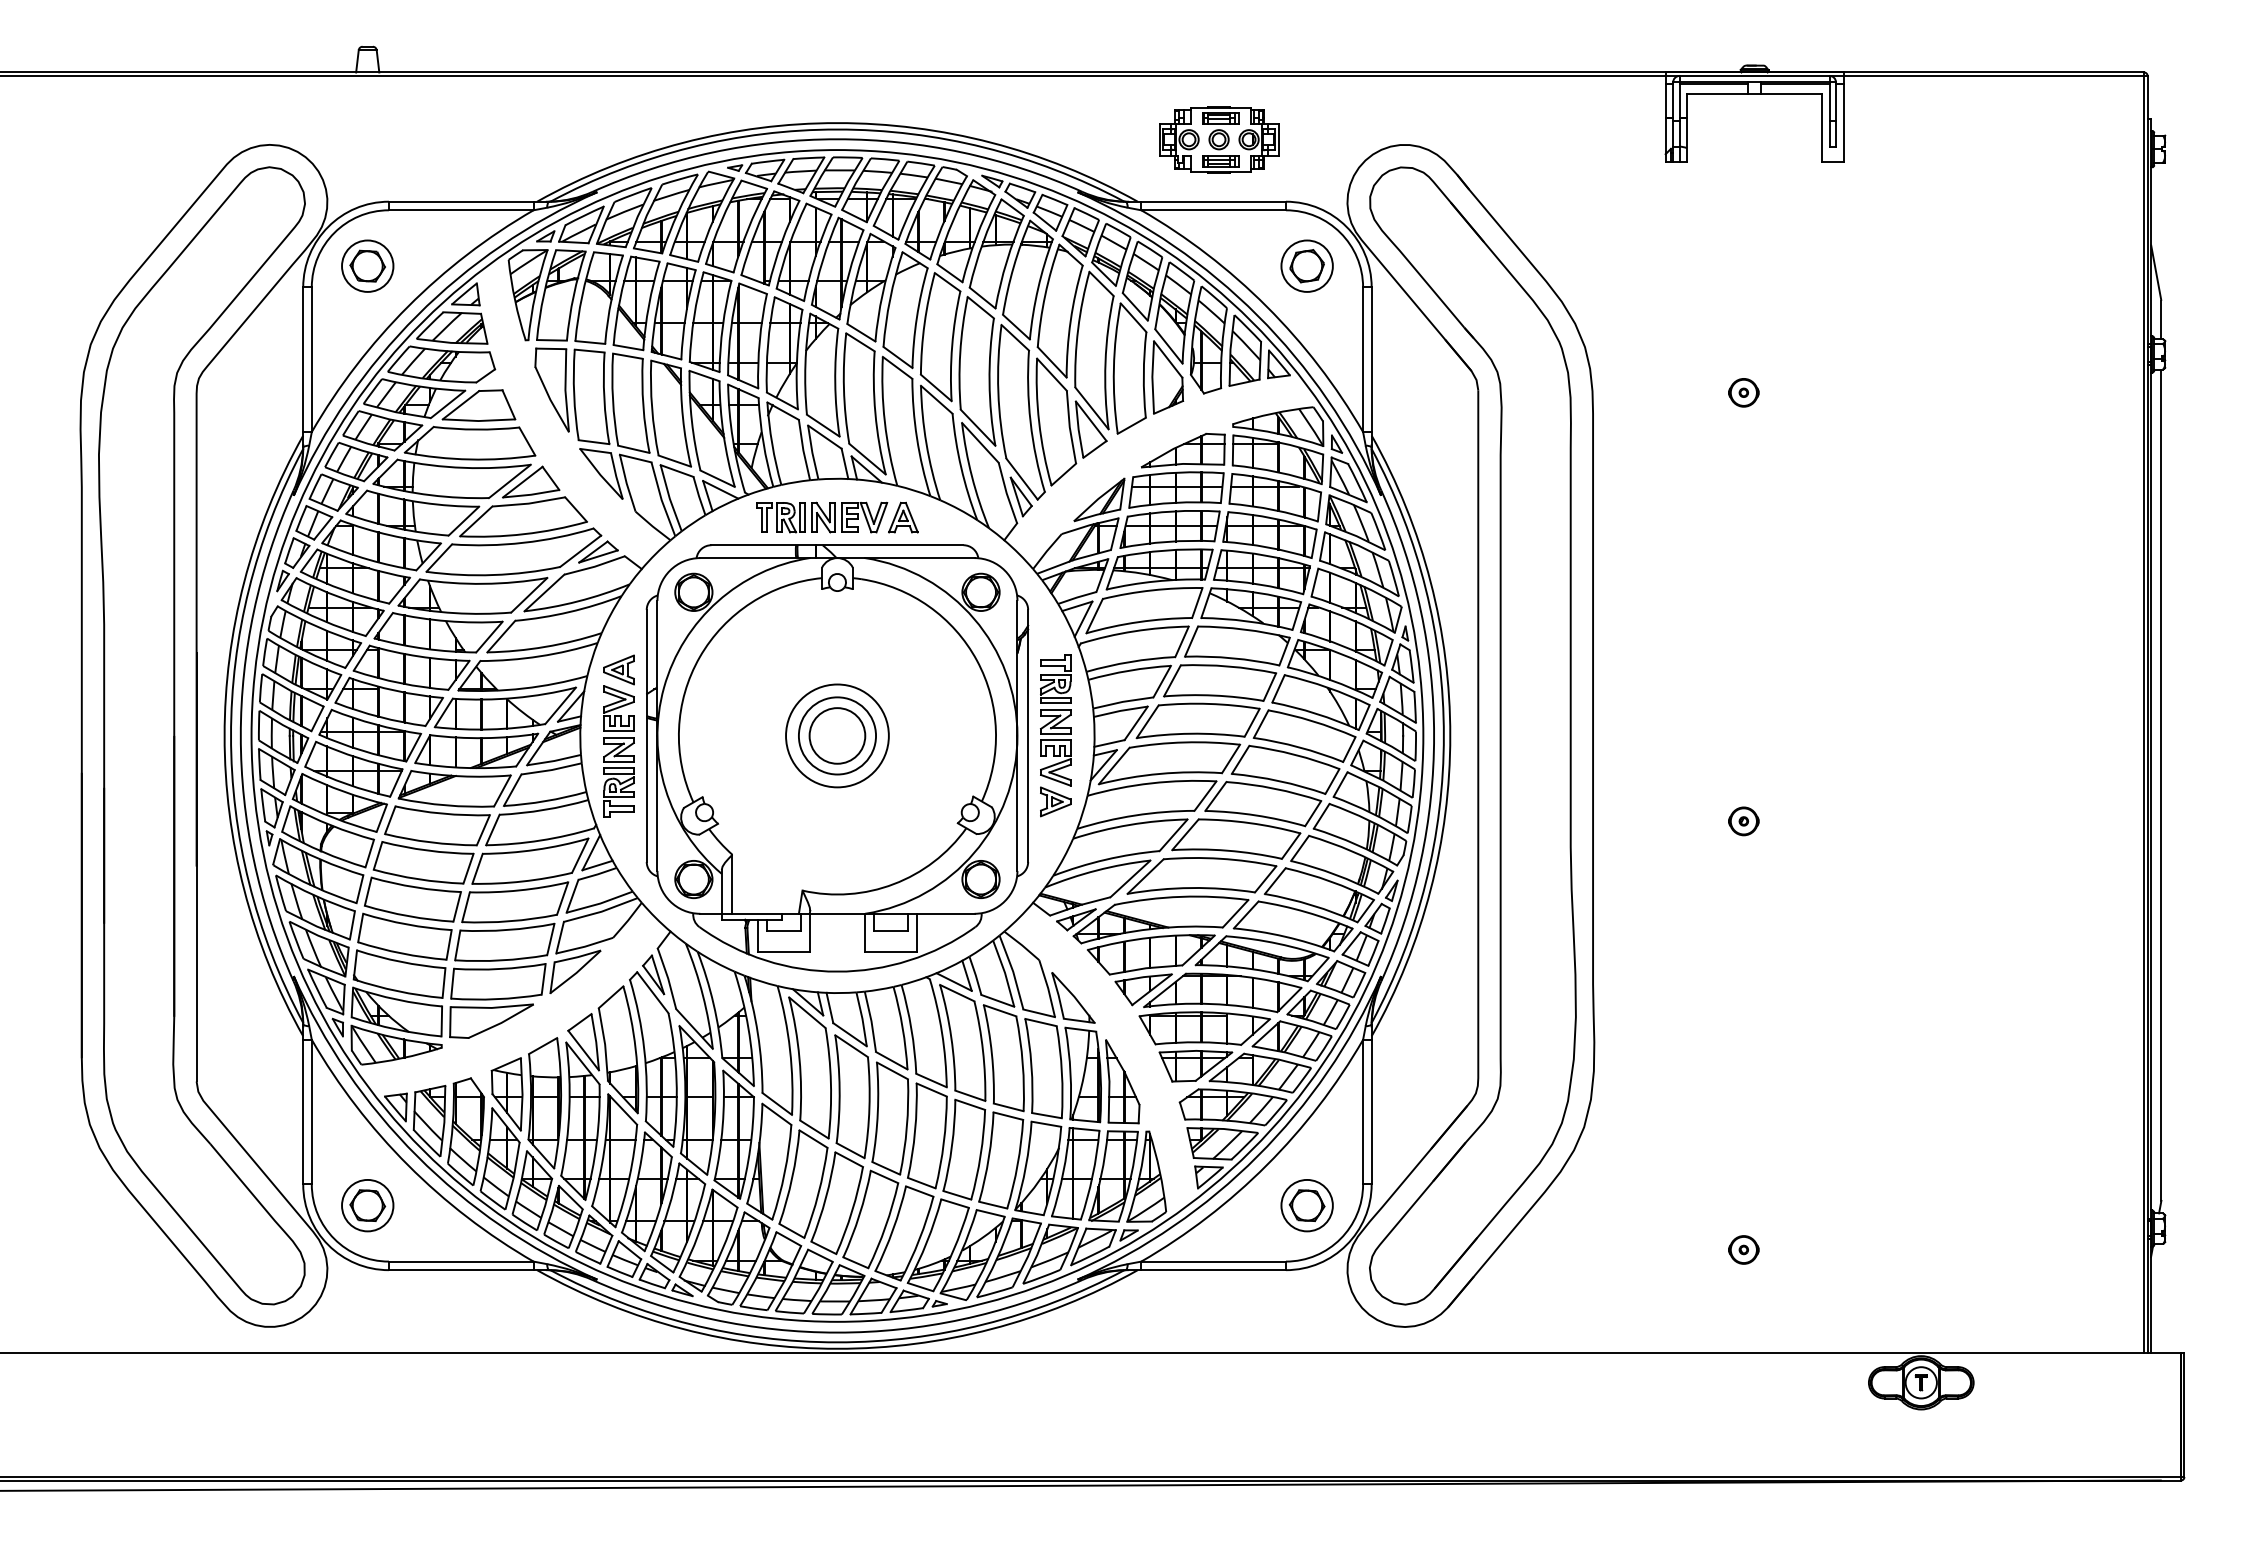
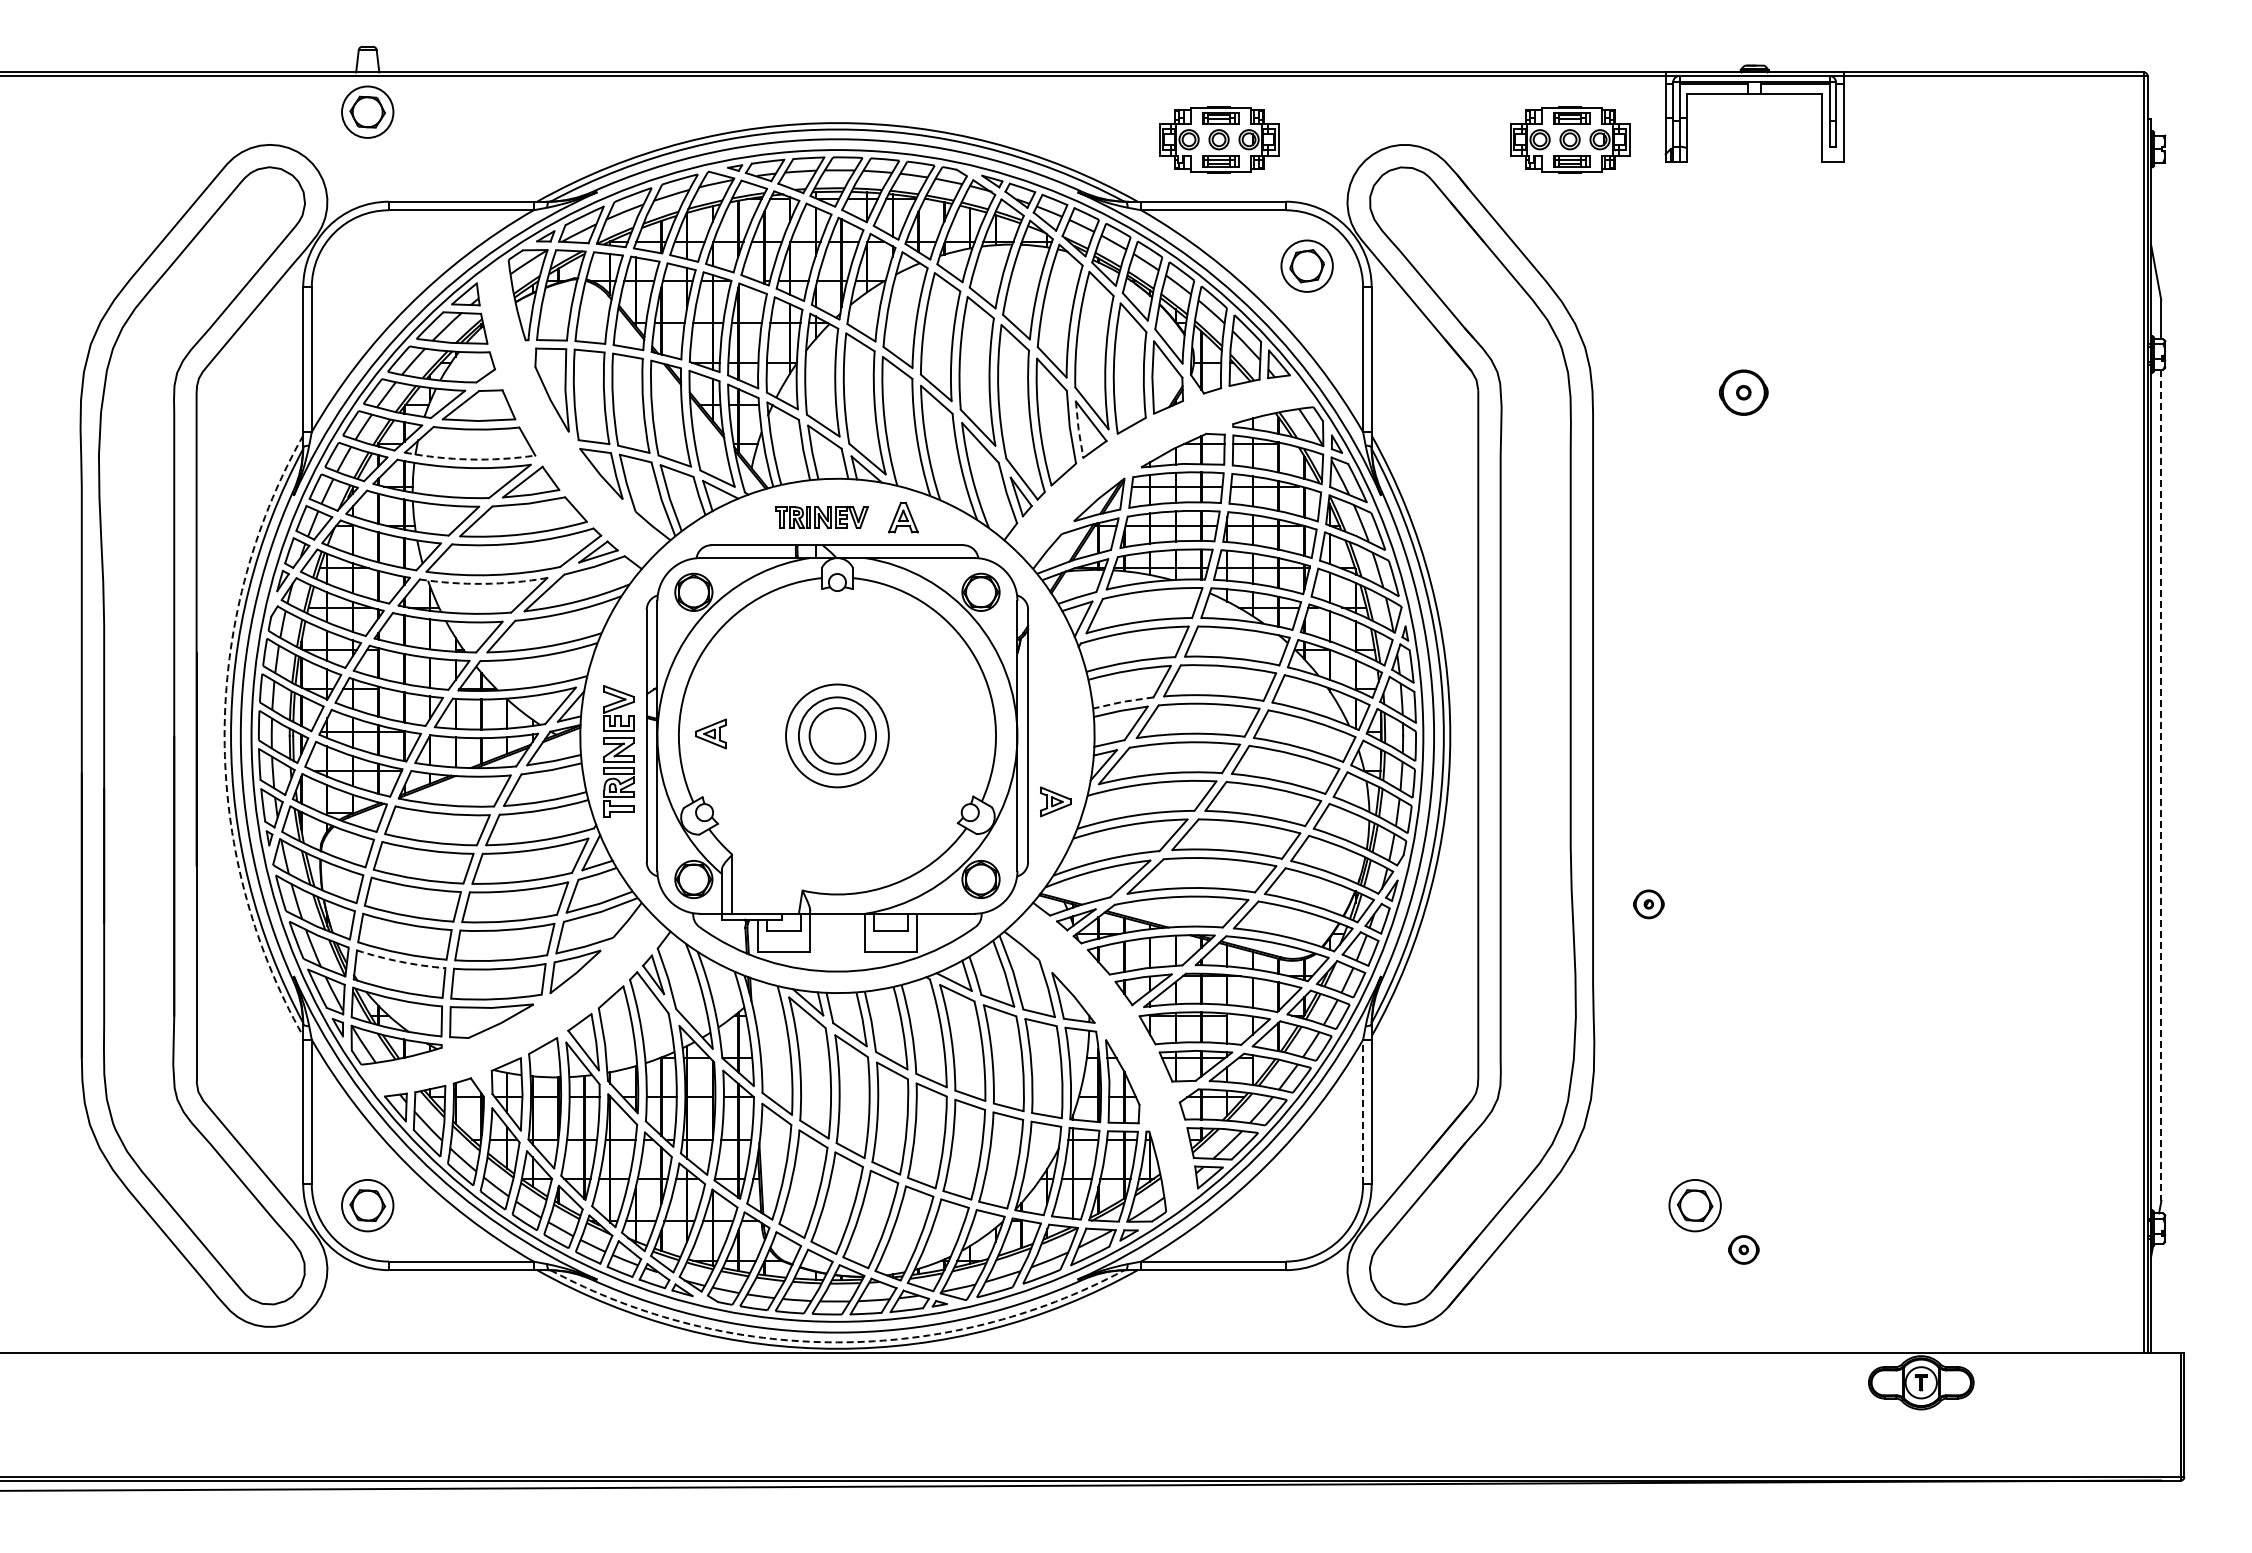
part at (1570, 139): none -> present
part at (367, 265) position: (367, 265) -> (367, 111)
part at (1743, 392) size: 32x30 px -> 51x47 px
line at (1078, 429): solid -> dashed
arc at (470, 459): solid -> dashed
part at (822, 517) size: 133x33 px -> 94x23 px
arc at (483, 583): solid -> dashed
part at (618, 669) position: (618, 669) -> (710, 733)
line at (1122, 701): solid -> dashed
part at (1055, 720): present -> none
arc at (224, 735): solid -> dashed
line at (2161, 785): solid -> dashed
part at (1743, 821) position: (1743, 821) -> (1648, 904)
arc at (400, 961): solid -> dashed
line at (1363, 1111): solid -> dashed
part at (1306, 1205) position: (1306, 1205) -> (1694, 1205)
arc at (837, 1342): solid -> dashed
